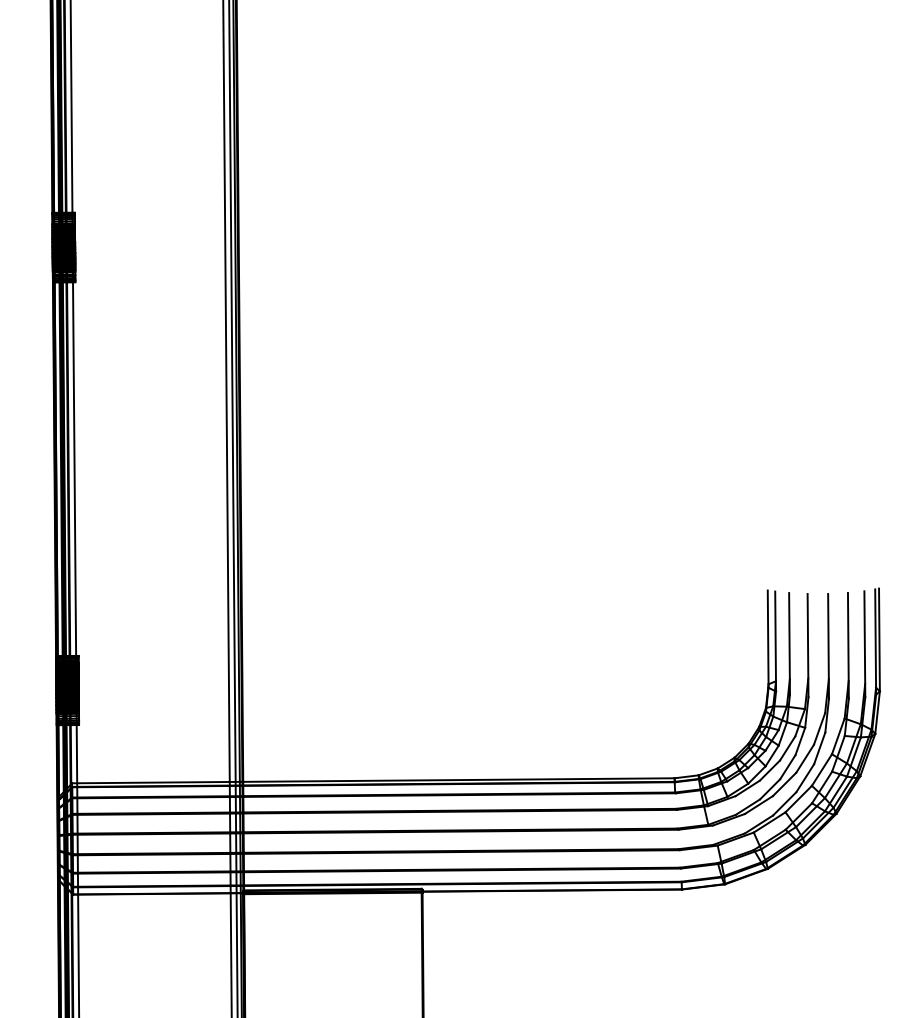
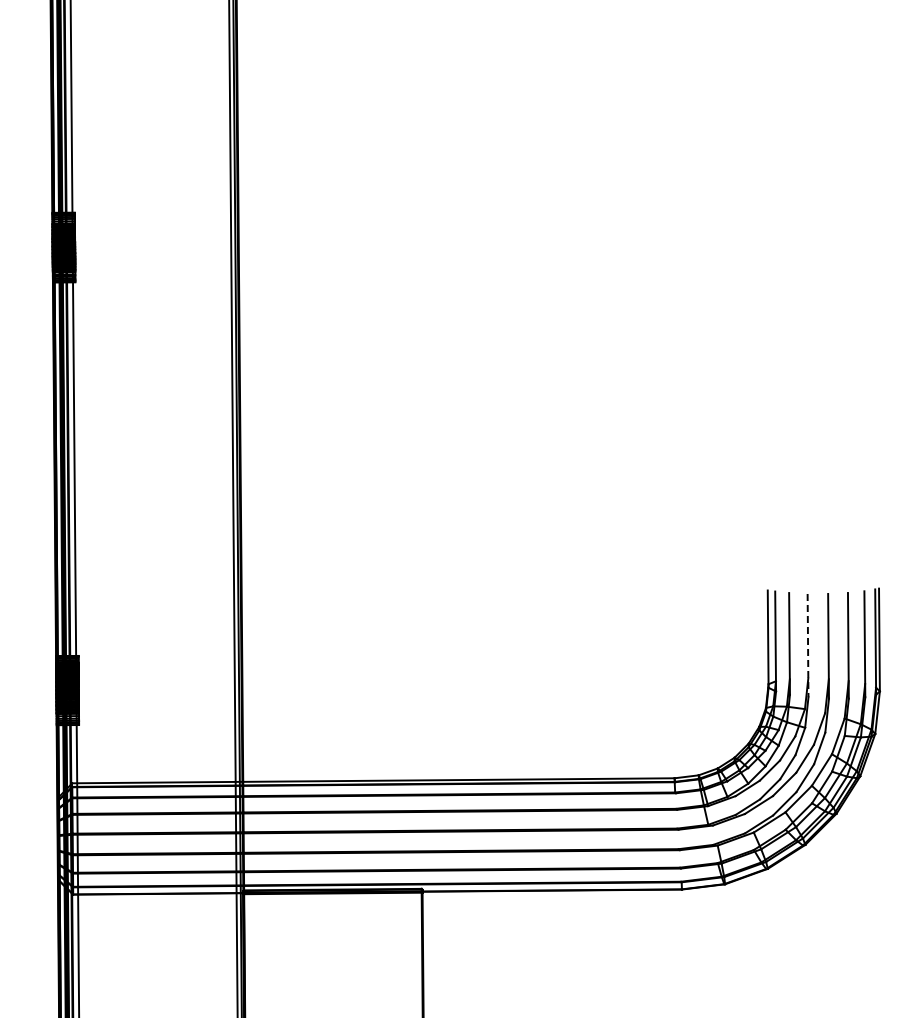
line at (227, 508): present -> none
line at (808, 645): solid -> dashed
